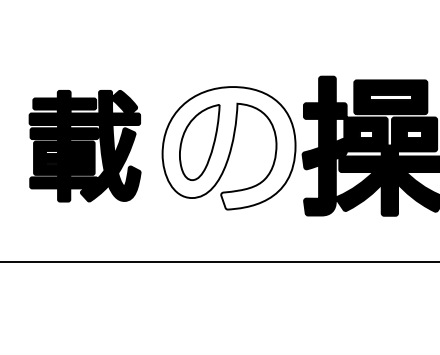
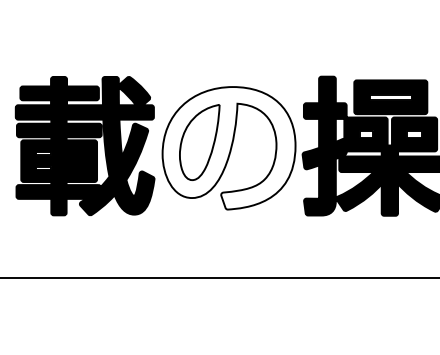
part at (84, 146) size: 114x113 px -> 142x141 px
line at (219, 262) position: (219, 262) -> (219, 278)
